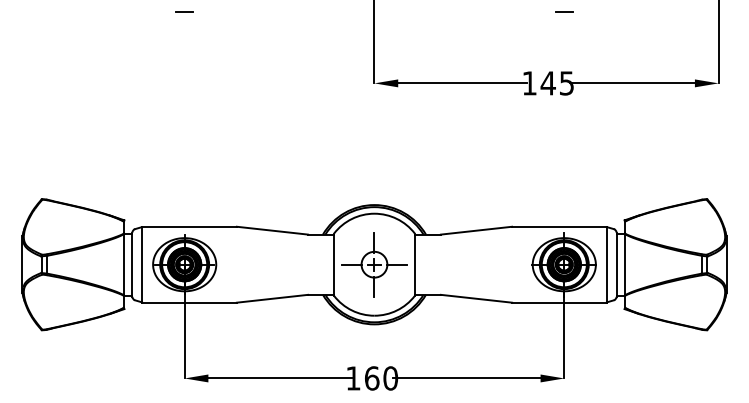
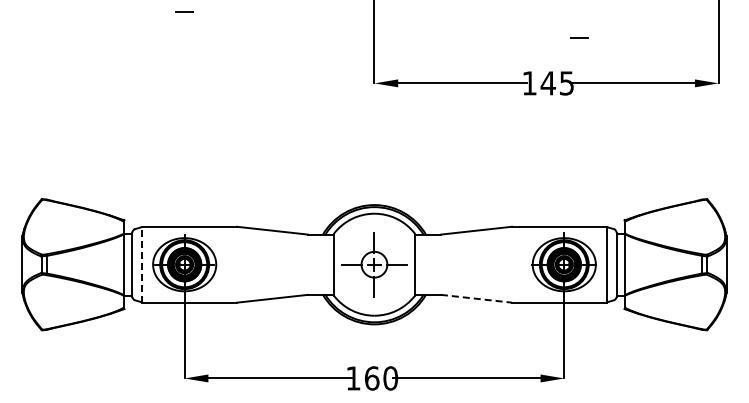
line at (564, 11) position: (564, 11) -> (579, 37)
line at (141, 264): solid -> dashed
line at (476, 298): solid -> dashed
